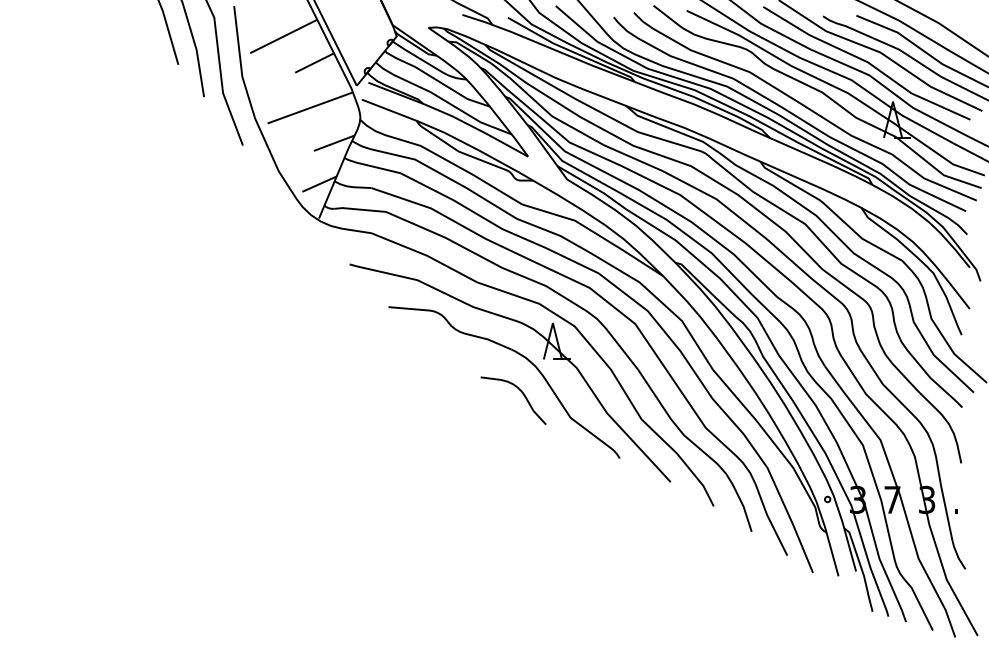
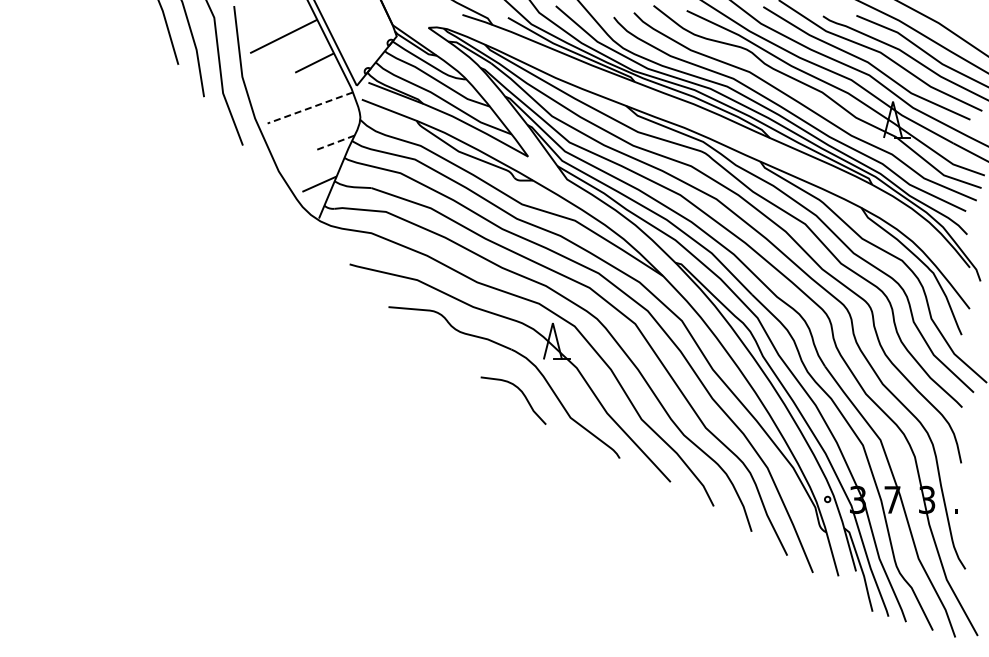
line at (309, 108): solid -> dashed
line at (334, 143): solid -> dashed
